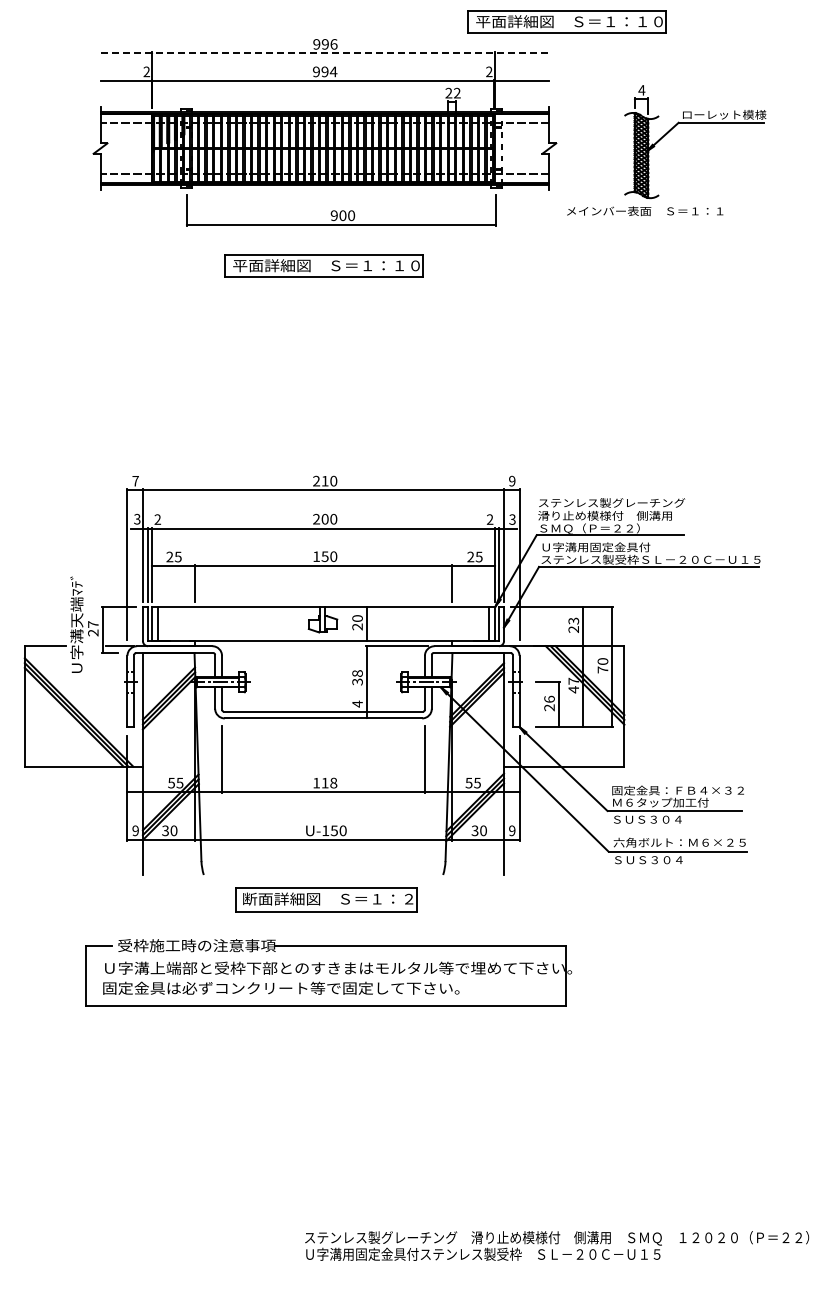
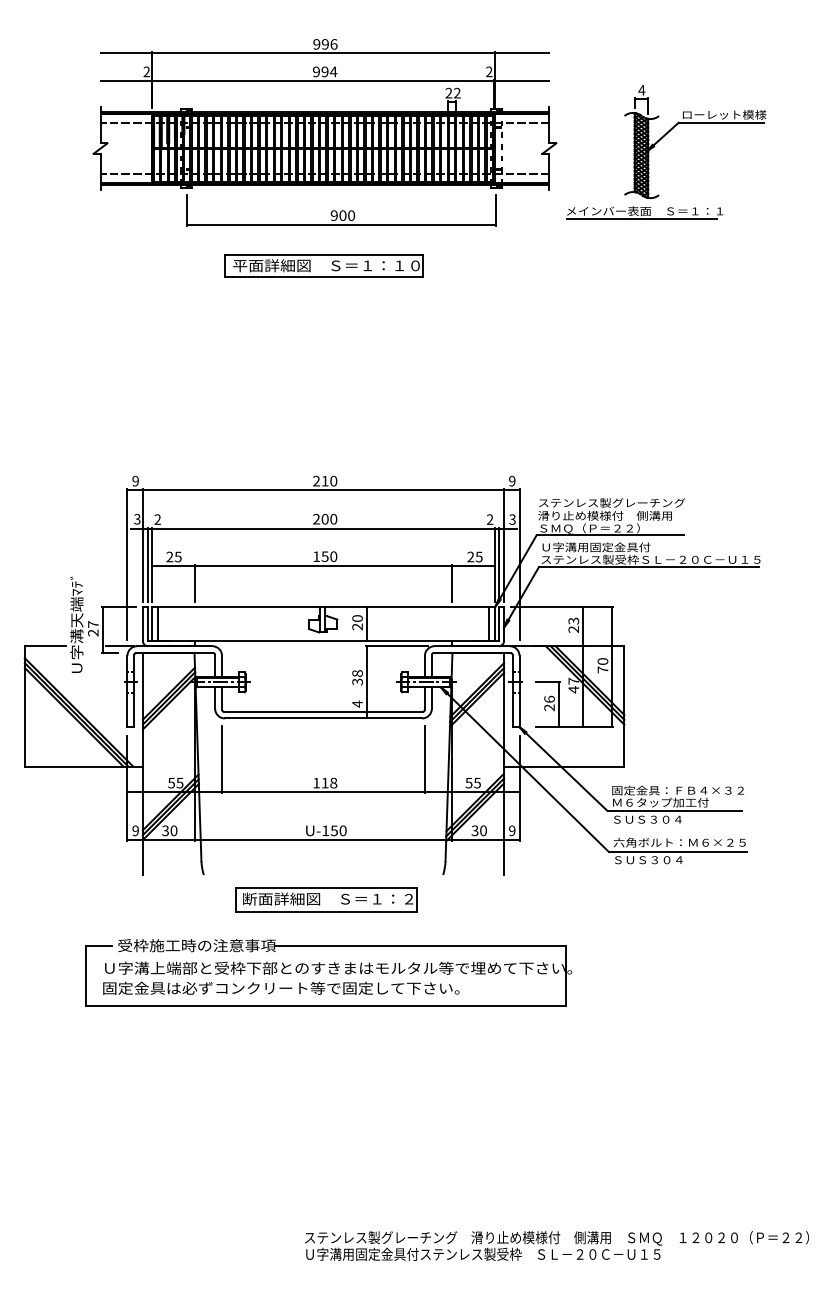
part at (566, 21): present -> none
line at (325, 53): dashed -> solid
line at (641, 219): none -> present
text at (135, 480): 7 -> 9
